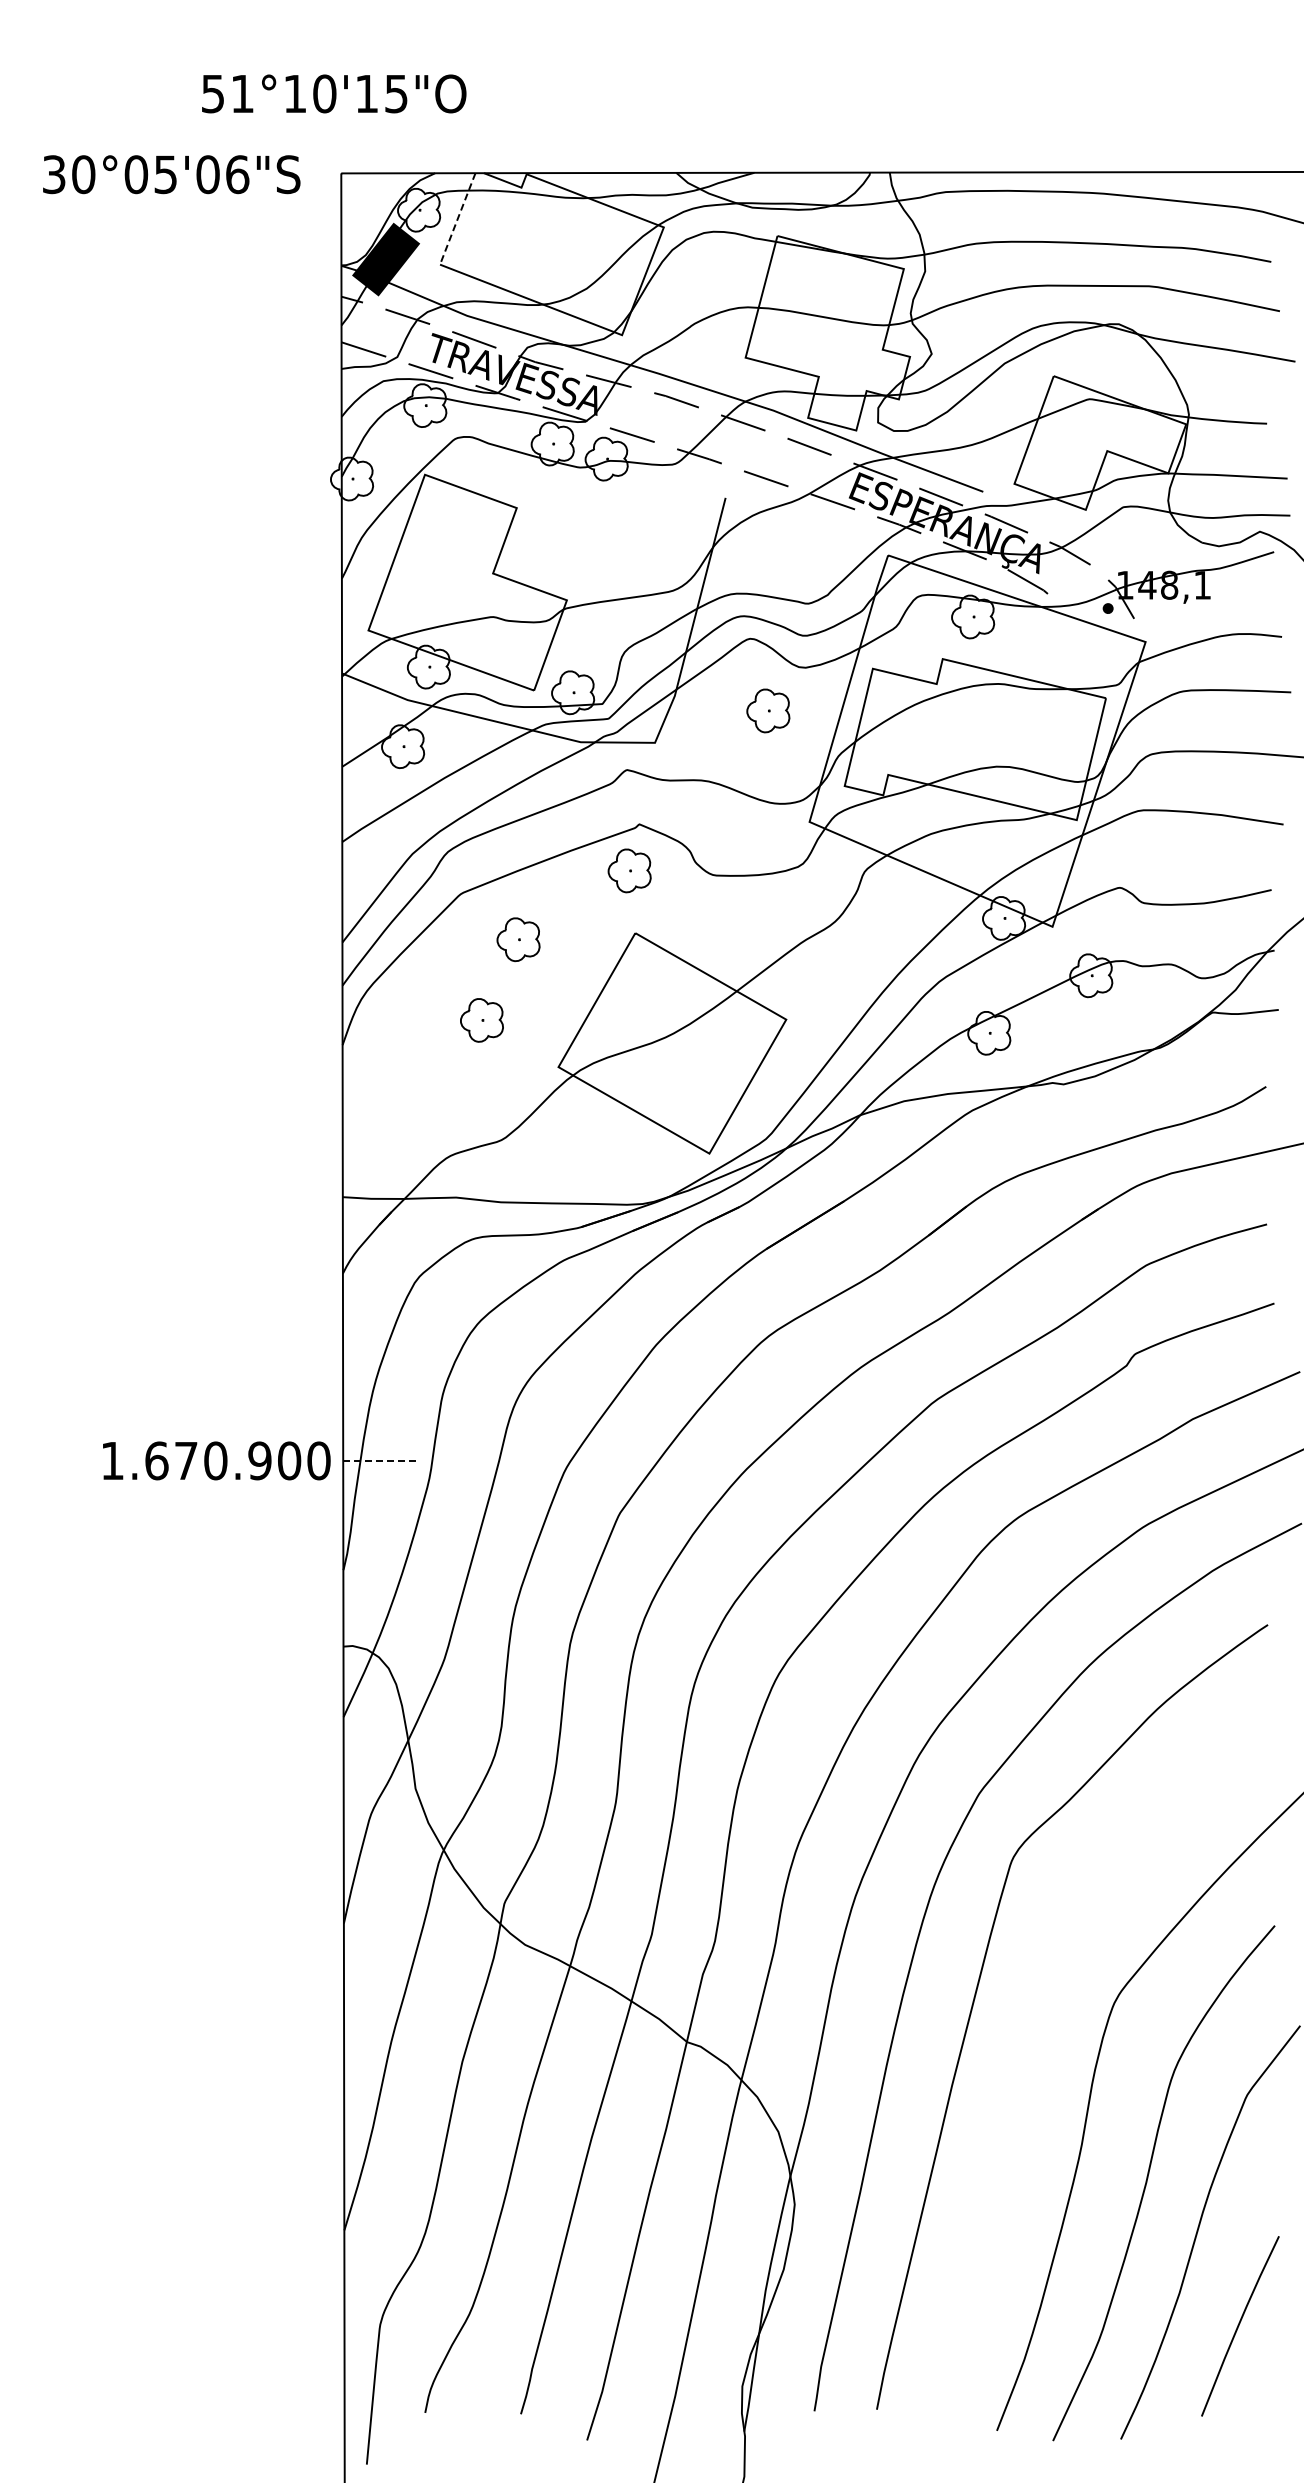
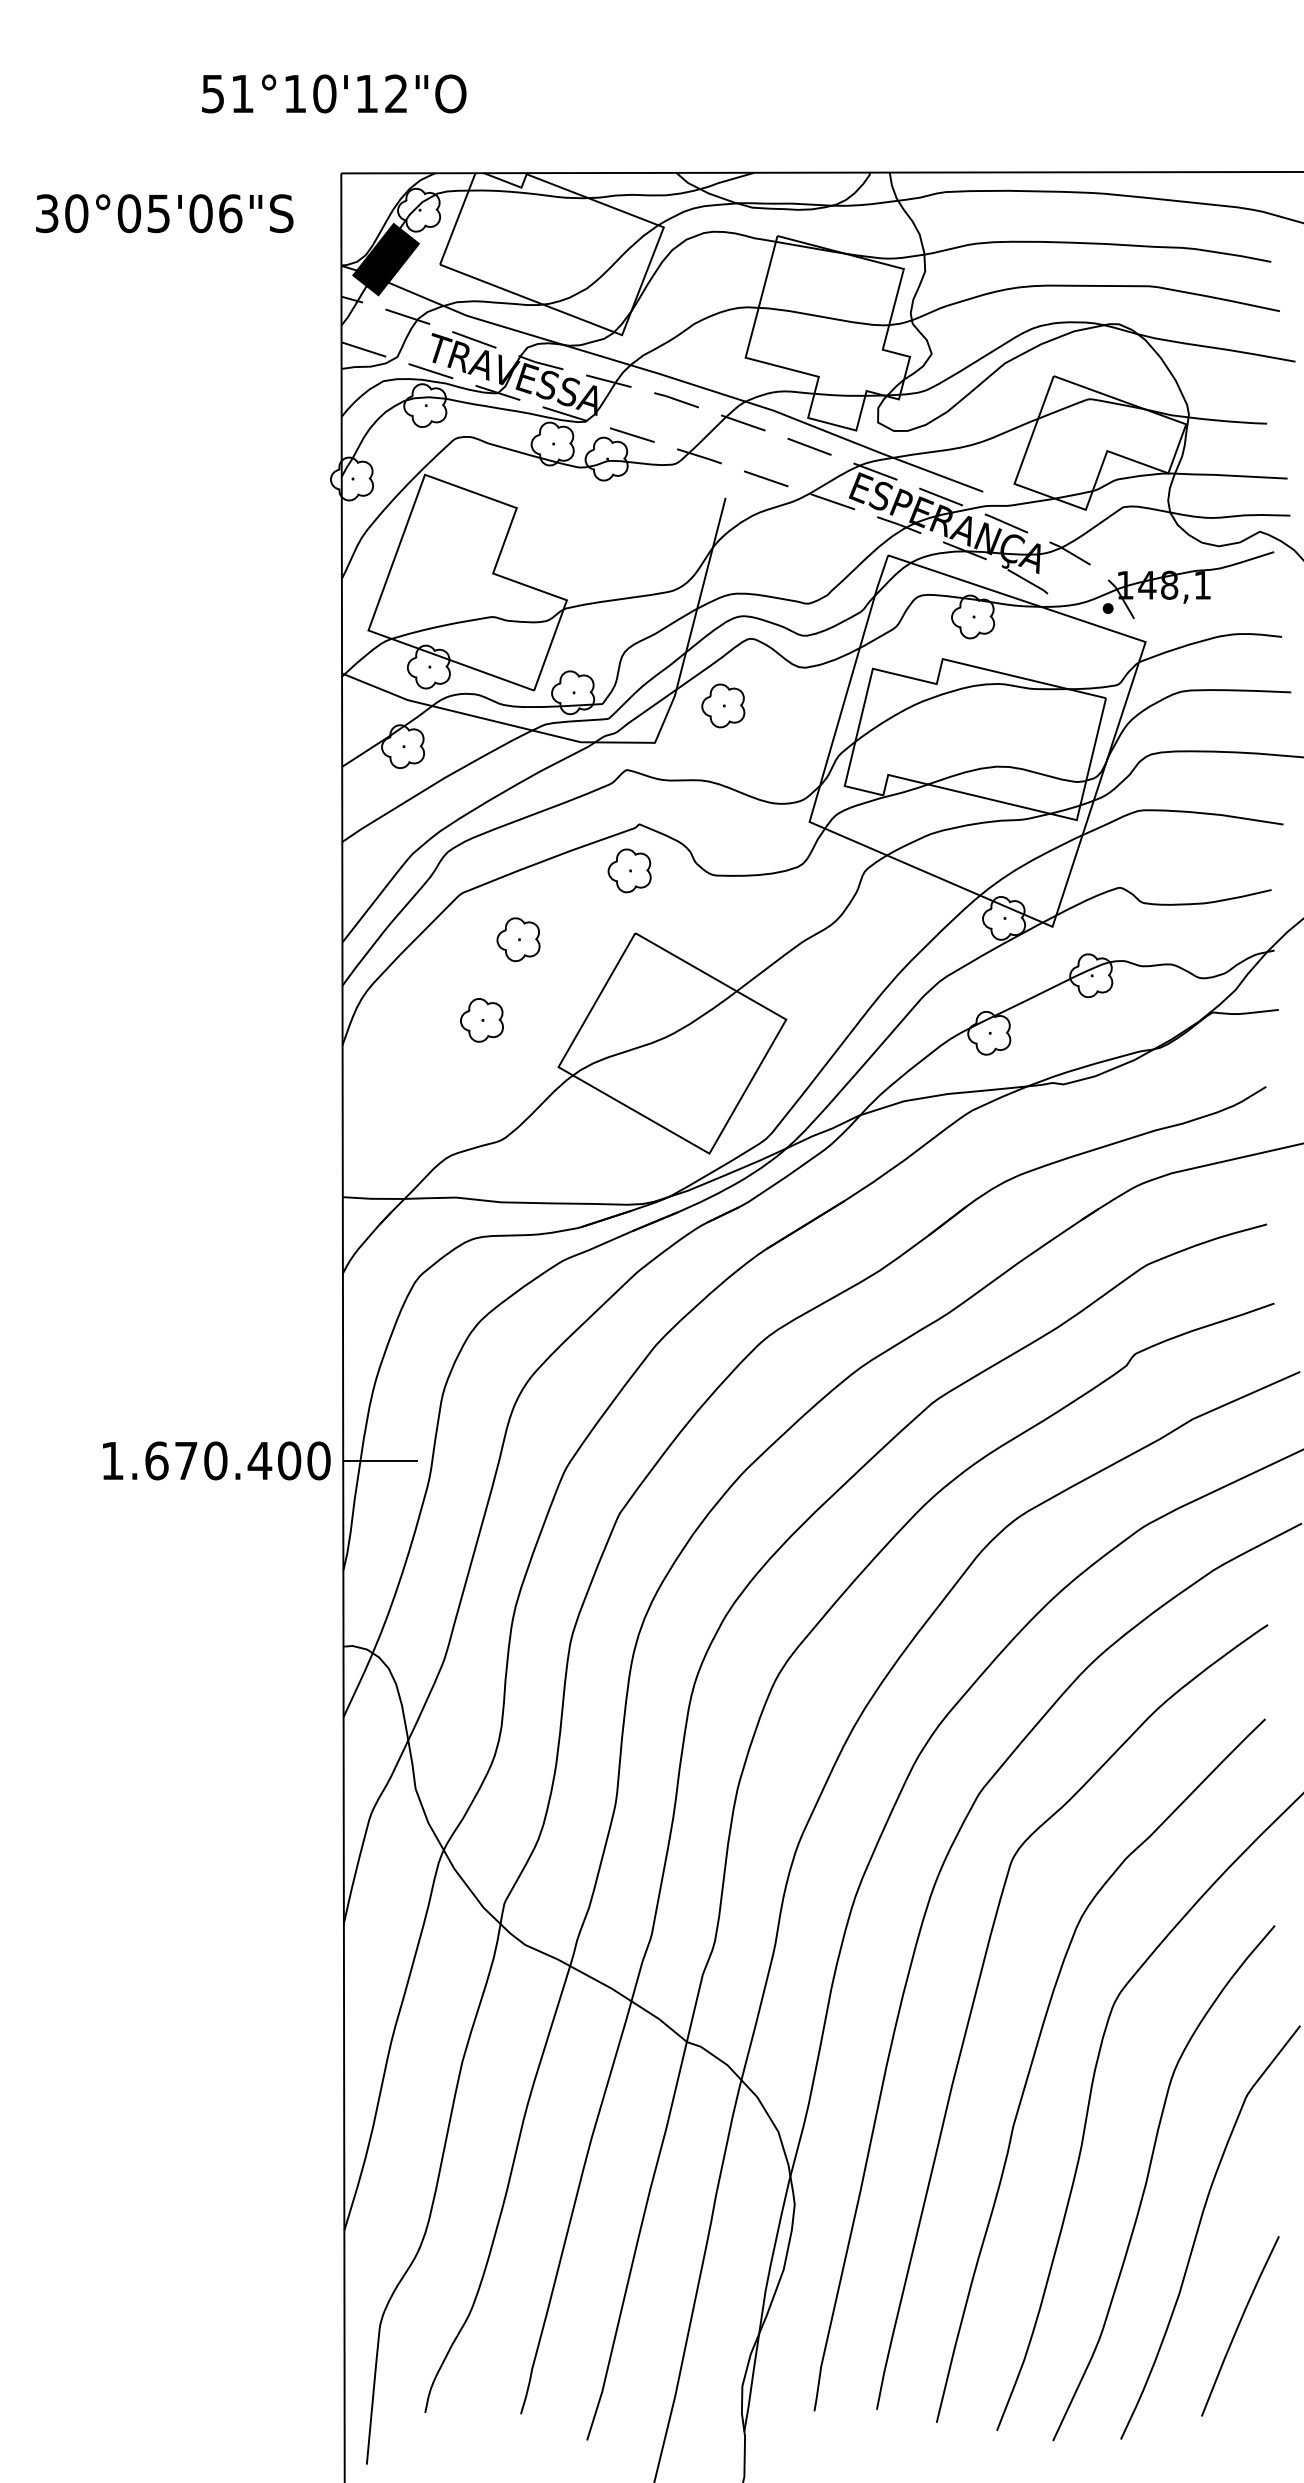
text at (396, 93): 51°10'15"O -> 51°10'12"O
text at (171, 174) position: (171, 174) -> (164, 213)
line at (457, 219): dashed -> solid
part at (768, 710) position: (768, 710) -> (723, 705)
text at (259, 1460): 1.670.900 -> 1.670.400
line at (380, 1460): dashed -> solid
curve at (1036, 2051): none -> present
